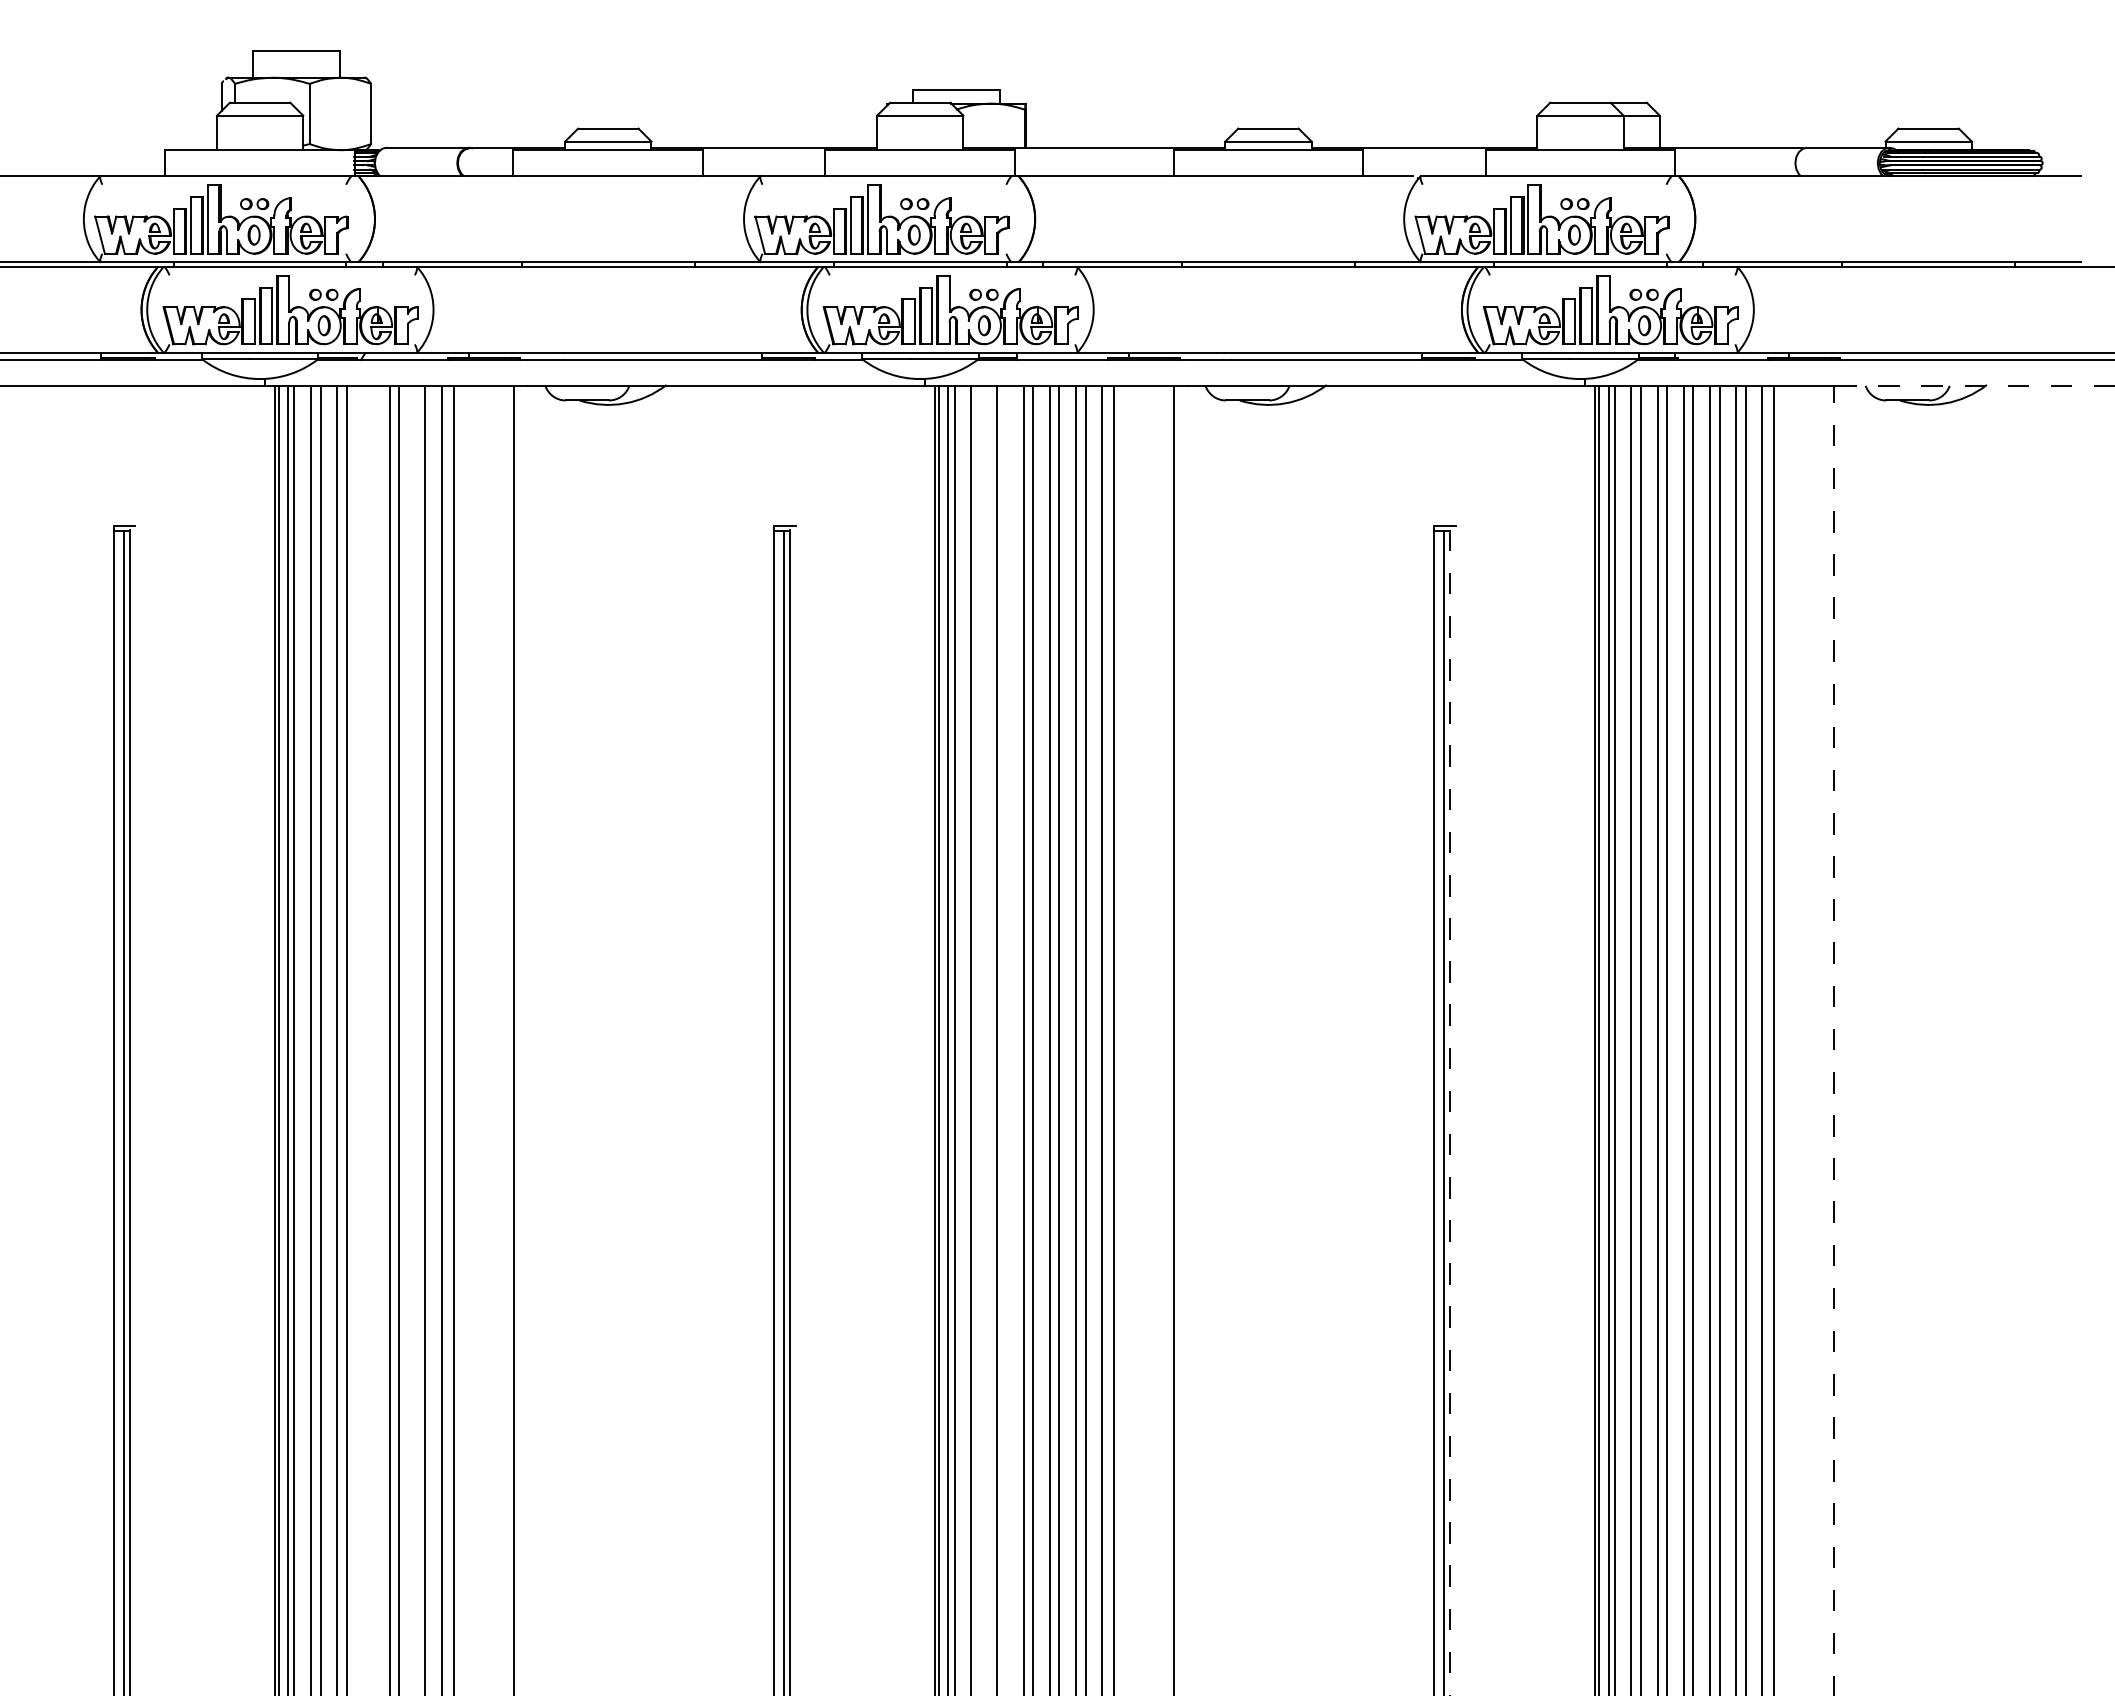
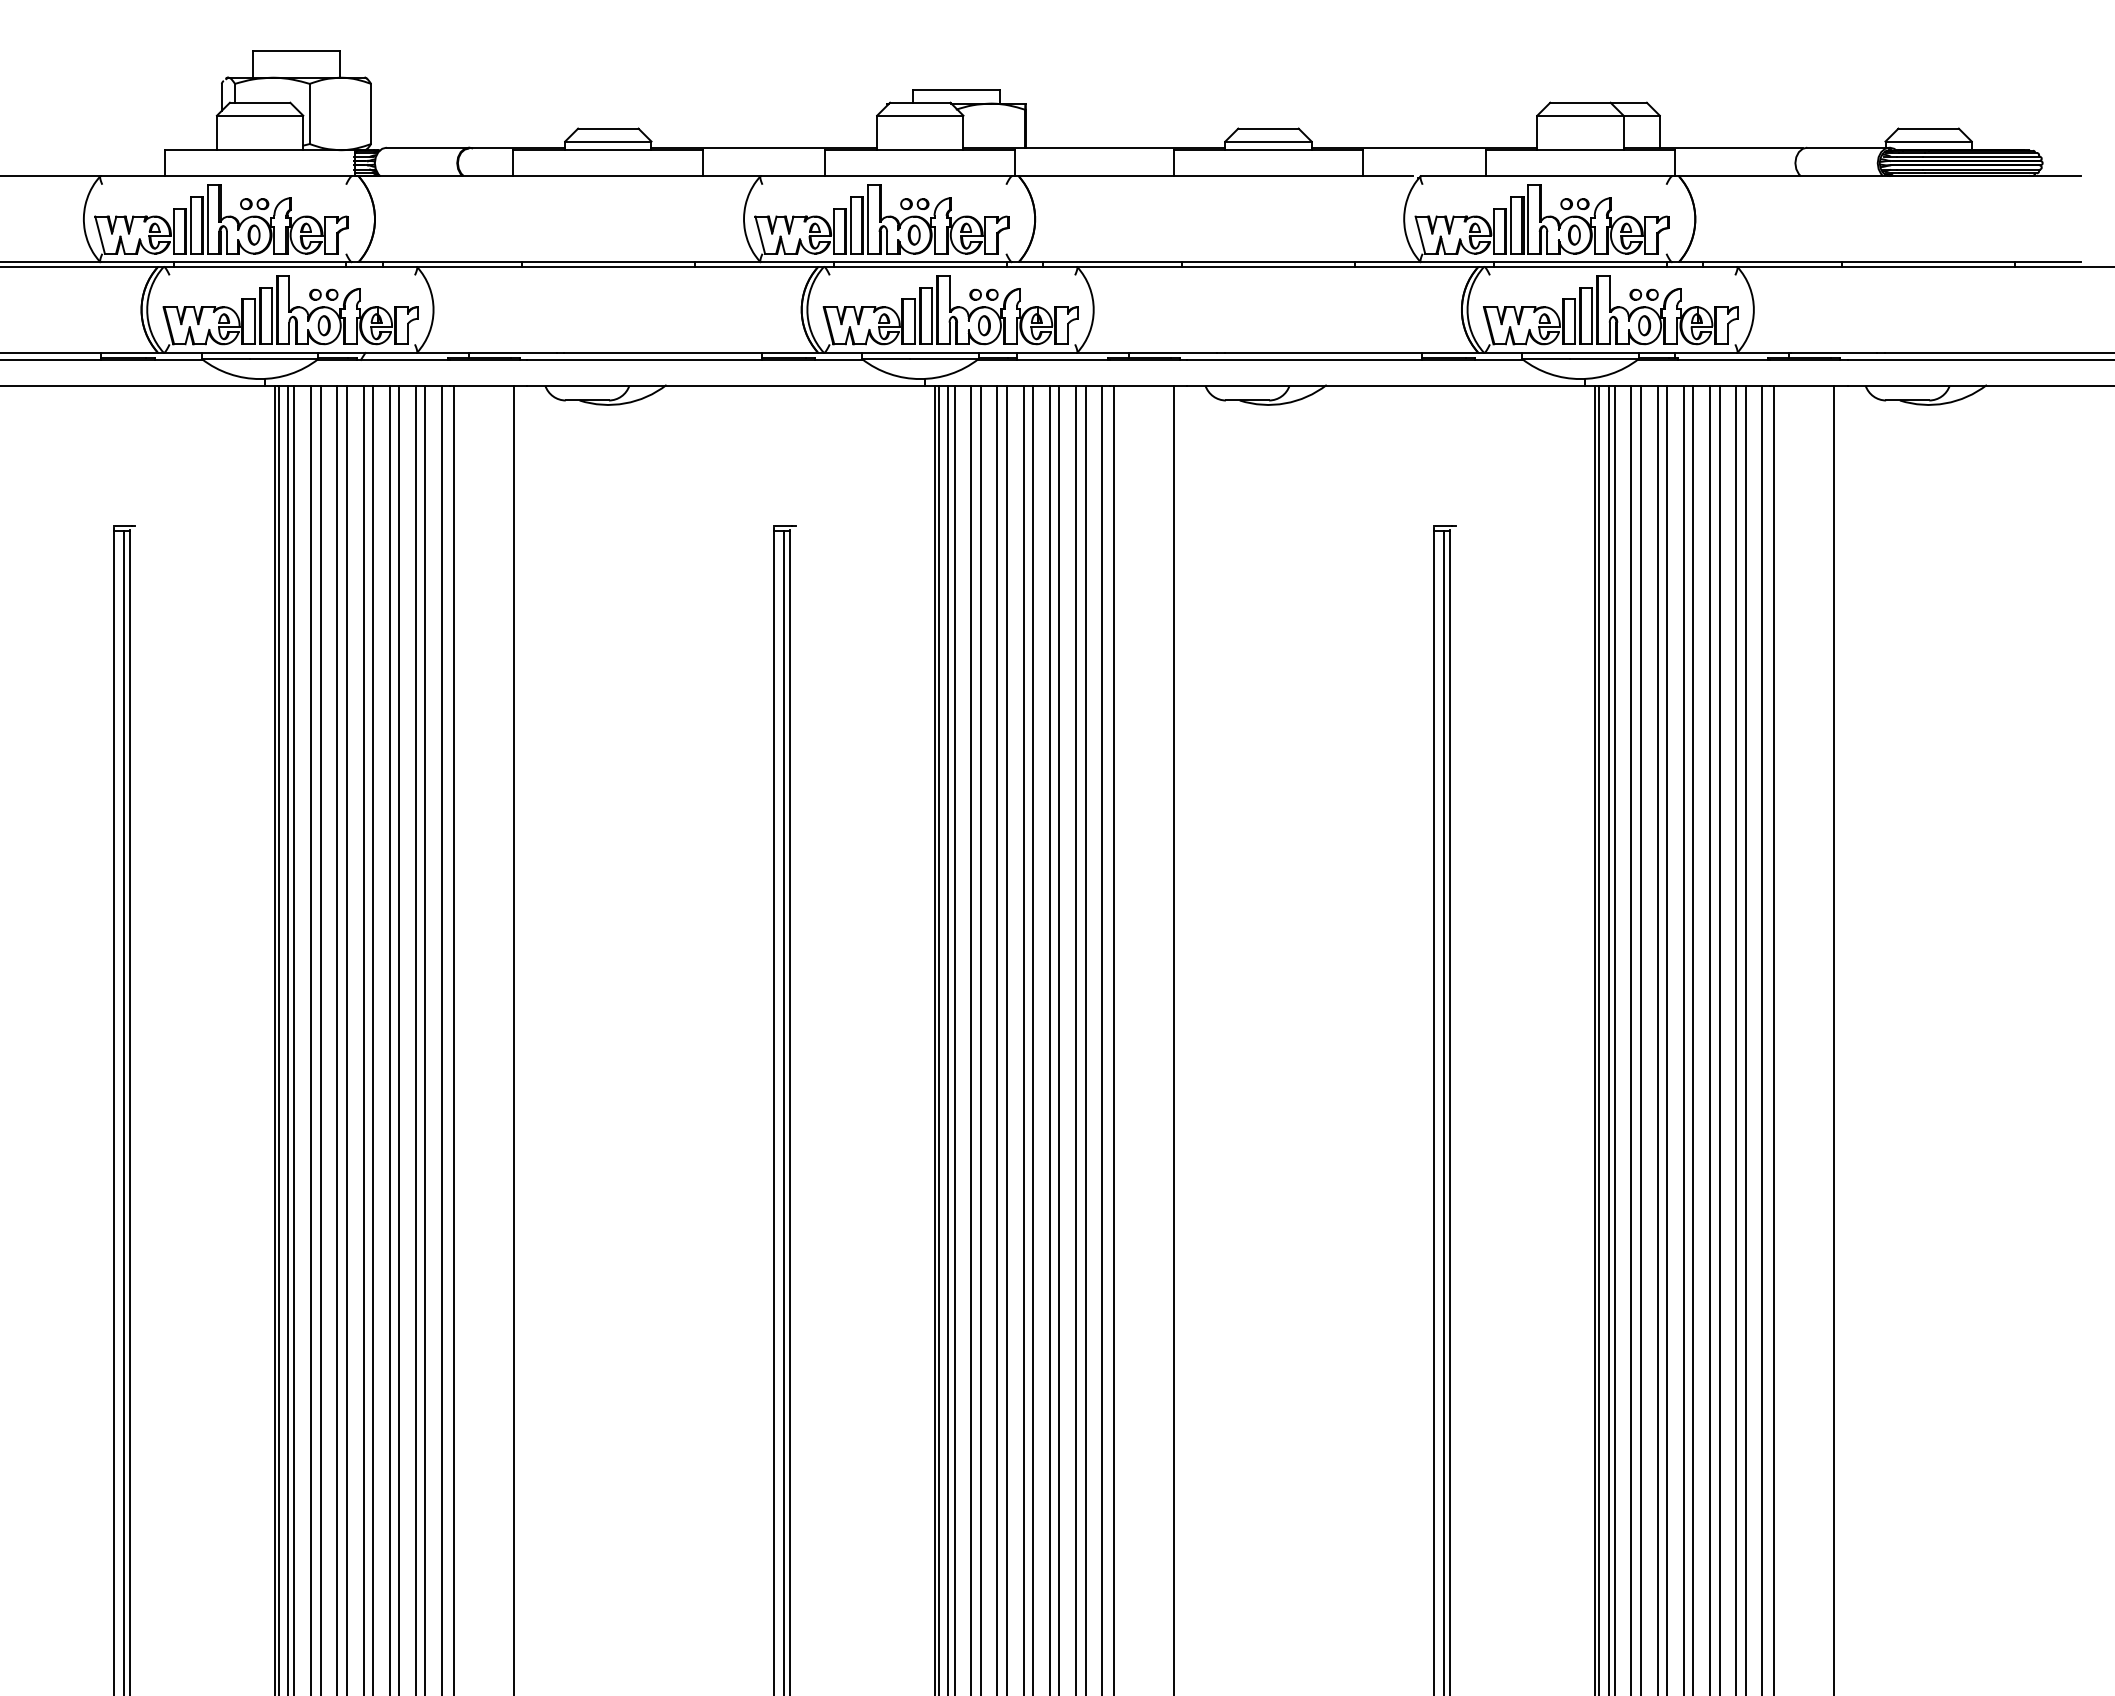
line at (1980, 385): dashed -> solid
line at (363, 1038): none -> present
line at (373, 1038): none -> present
line at (415, 1038): none -> present
line at (980, 1038): none -> present
line at (1006, 1038): none -> present
line at (1834, 1040): dashed -> solid
line at (1450, 1112): dashed -> solid
